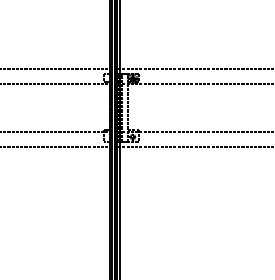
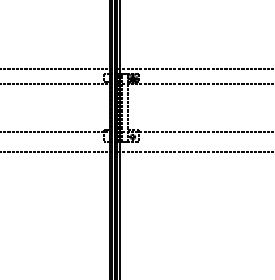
line at (136, 146) position: (136, 146) -> (136, 151)
